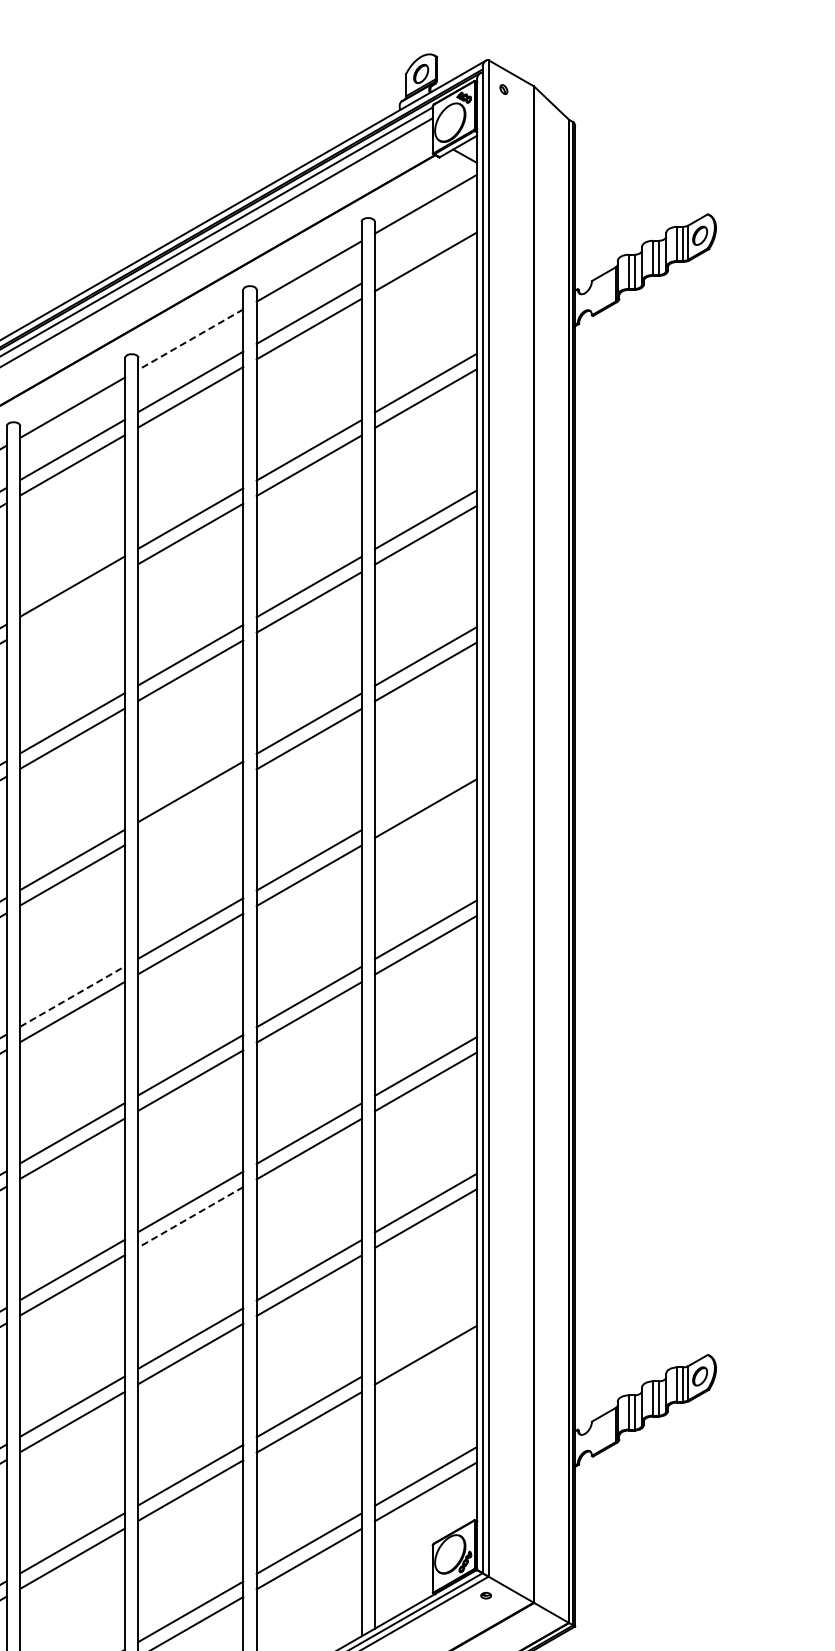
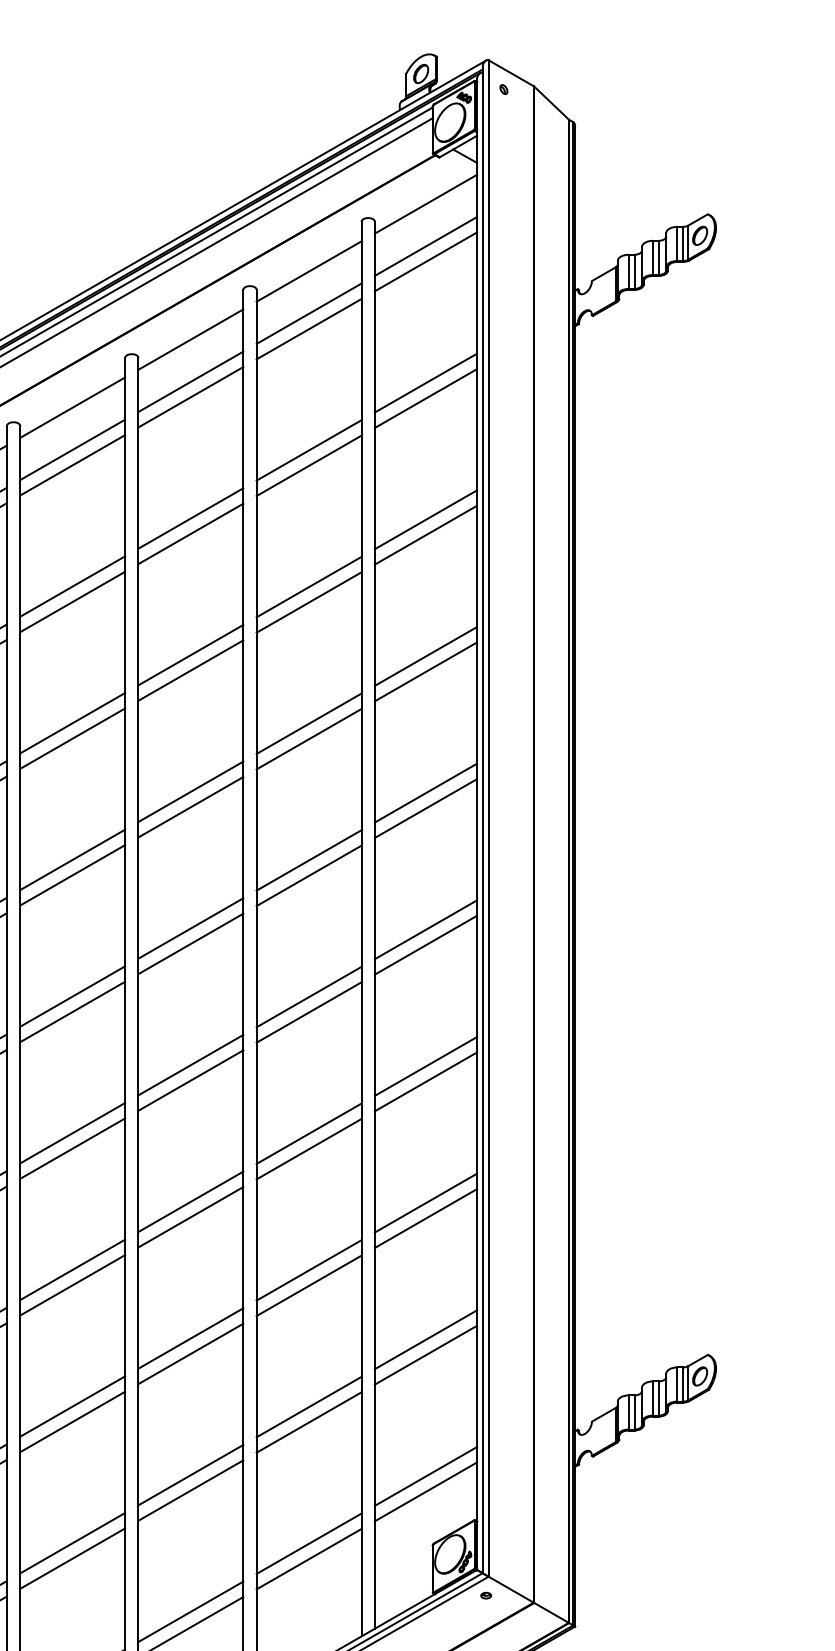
line at (425, 246): none -> present
line at (190, 339): dashed -> solid
line at (72, 601): none -> present
line at (425, 792): none -> present
line at (190, 807): none -> present
line at (73, 996): dashed -> solid
line at (190, 1217): dashed -> solid
line at (425, 1339): none -> present
